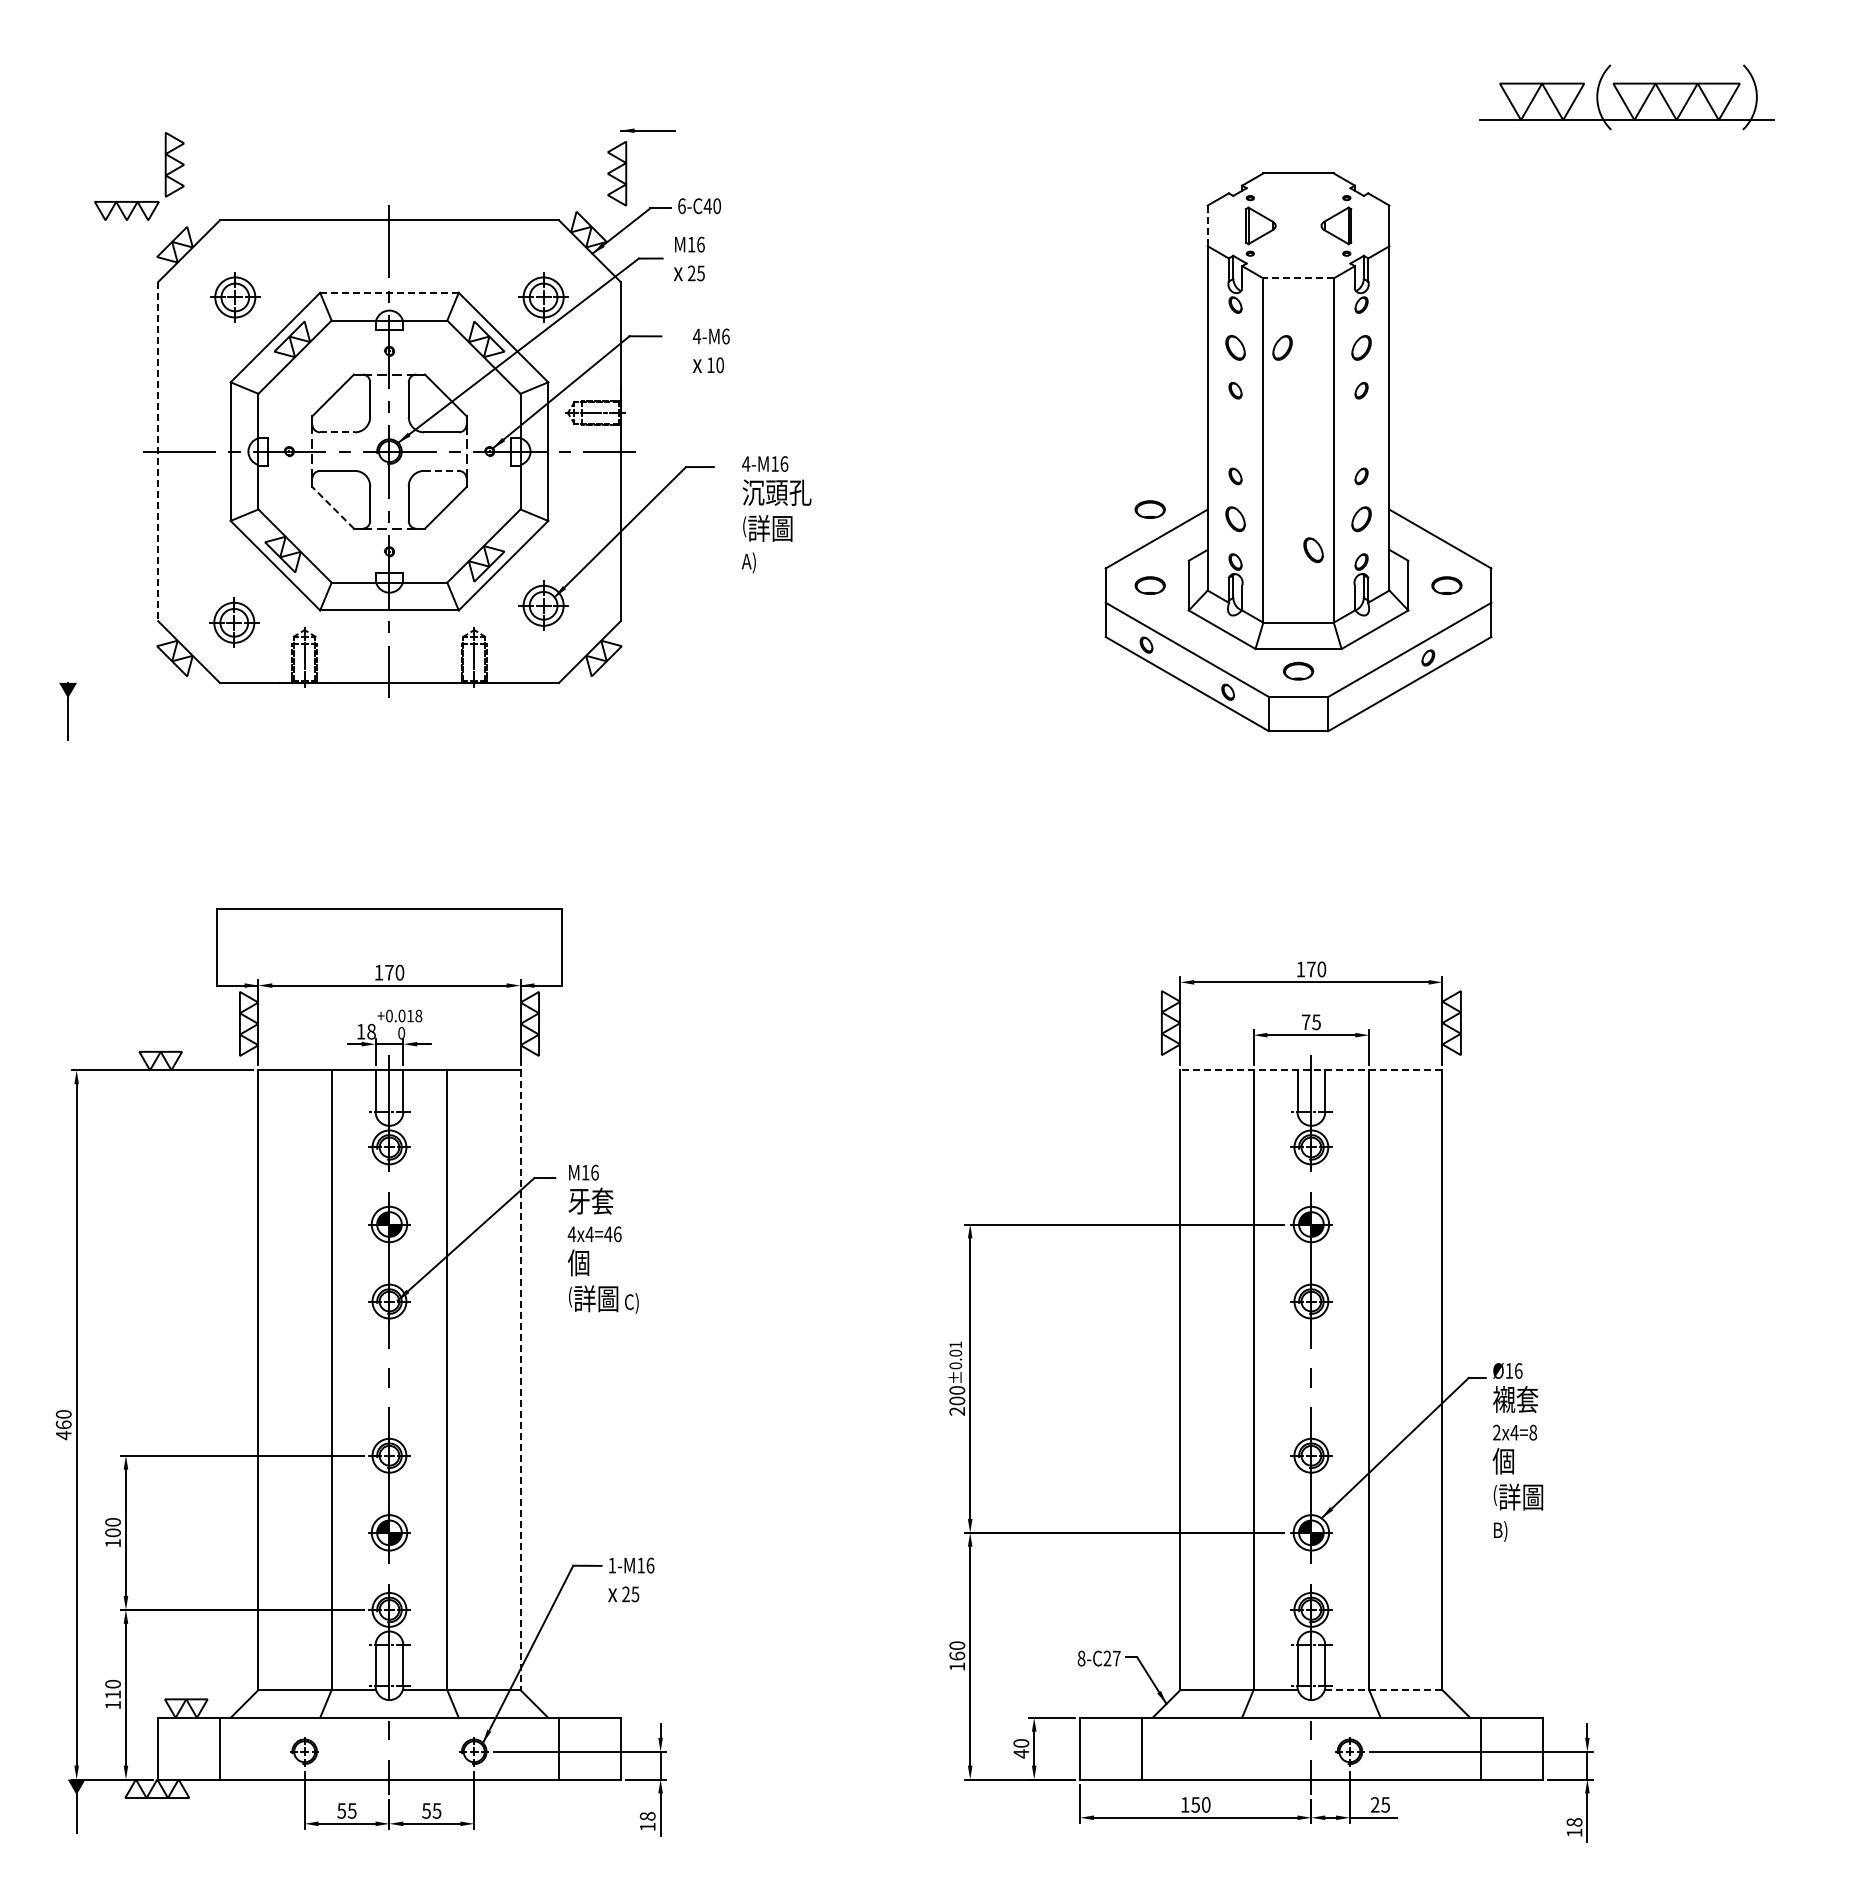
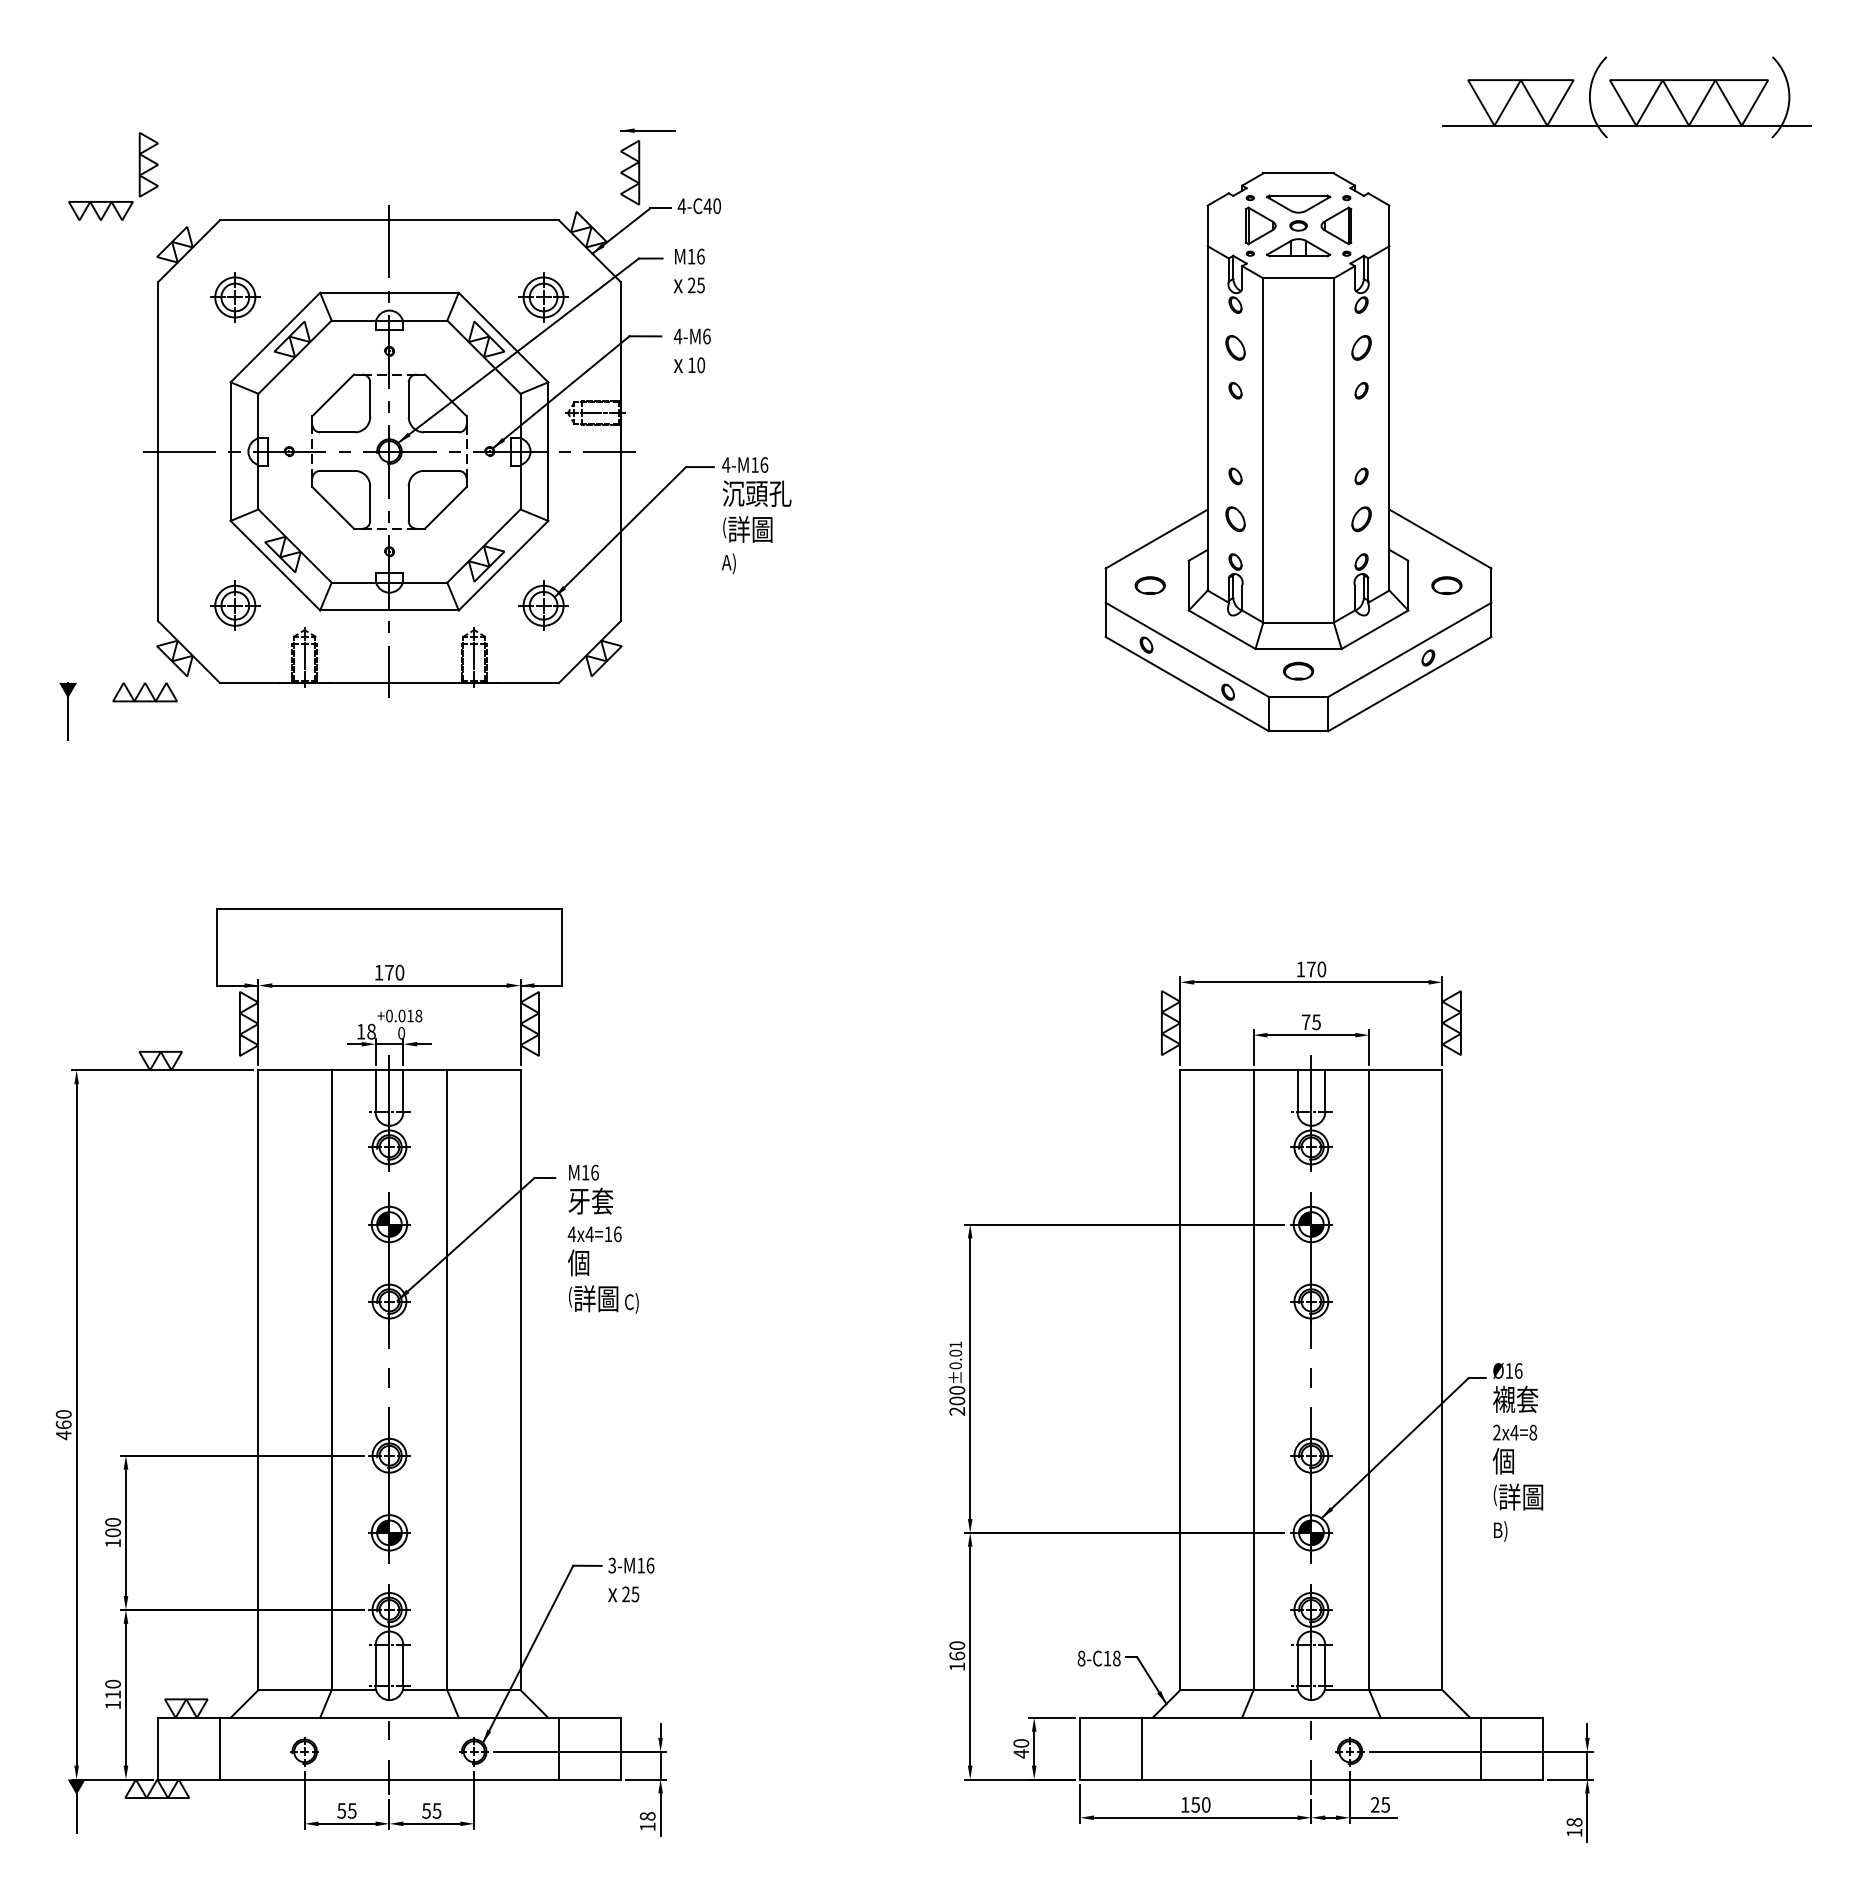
part at (1626, 97) size: 296x67 px -> 370x83 px
part at (617, 173) position: (617, 173) -> (630, 172)
part at (164, 176) position: (164, 176) -> (138, 176)
text at (681, 206): 6-C40 -> 4-C40
line at (1207, 225): dashed -> solid
part at (1298, 225): none -> present
text at (689, 258) position: (689, 258) -> (689, 270)
line at (1298, 278): dashed -> solid
line at (389, 292): dashed -> solid
part at (1282, 347): present -> none
text at (710, 350) position: (710, 350) -> (691, 350)
line at (337, 432): dashed -> solid
line at (158, 451): dashed -> solid
line at (442, 470): dashed -> solid
line at (332, 507): dashed -> solid
part at (1149, 509): present -> none
text at (776, 514) position: (776, 514) -> (756, 515)
part at (1313, 550): present -> none
part at (234, 622) position: (234, 622) -> (235, 605)
part at (144, 692): none -> present
line at (1310, 1070): dashed -> solid
text at (608, 1233): 4x4=46 -> 4x4=16
line at (520, 1380): dashed -> solid
text at (611, 1565): 1-M16 -> 3-M16
text at (1111, 1658): 8-C27 -> 8-C18
line at (1383, 1690): dashed -> solid
